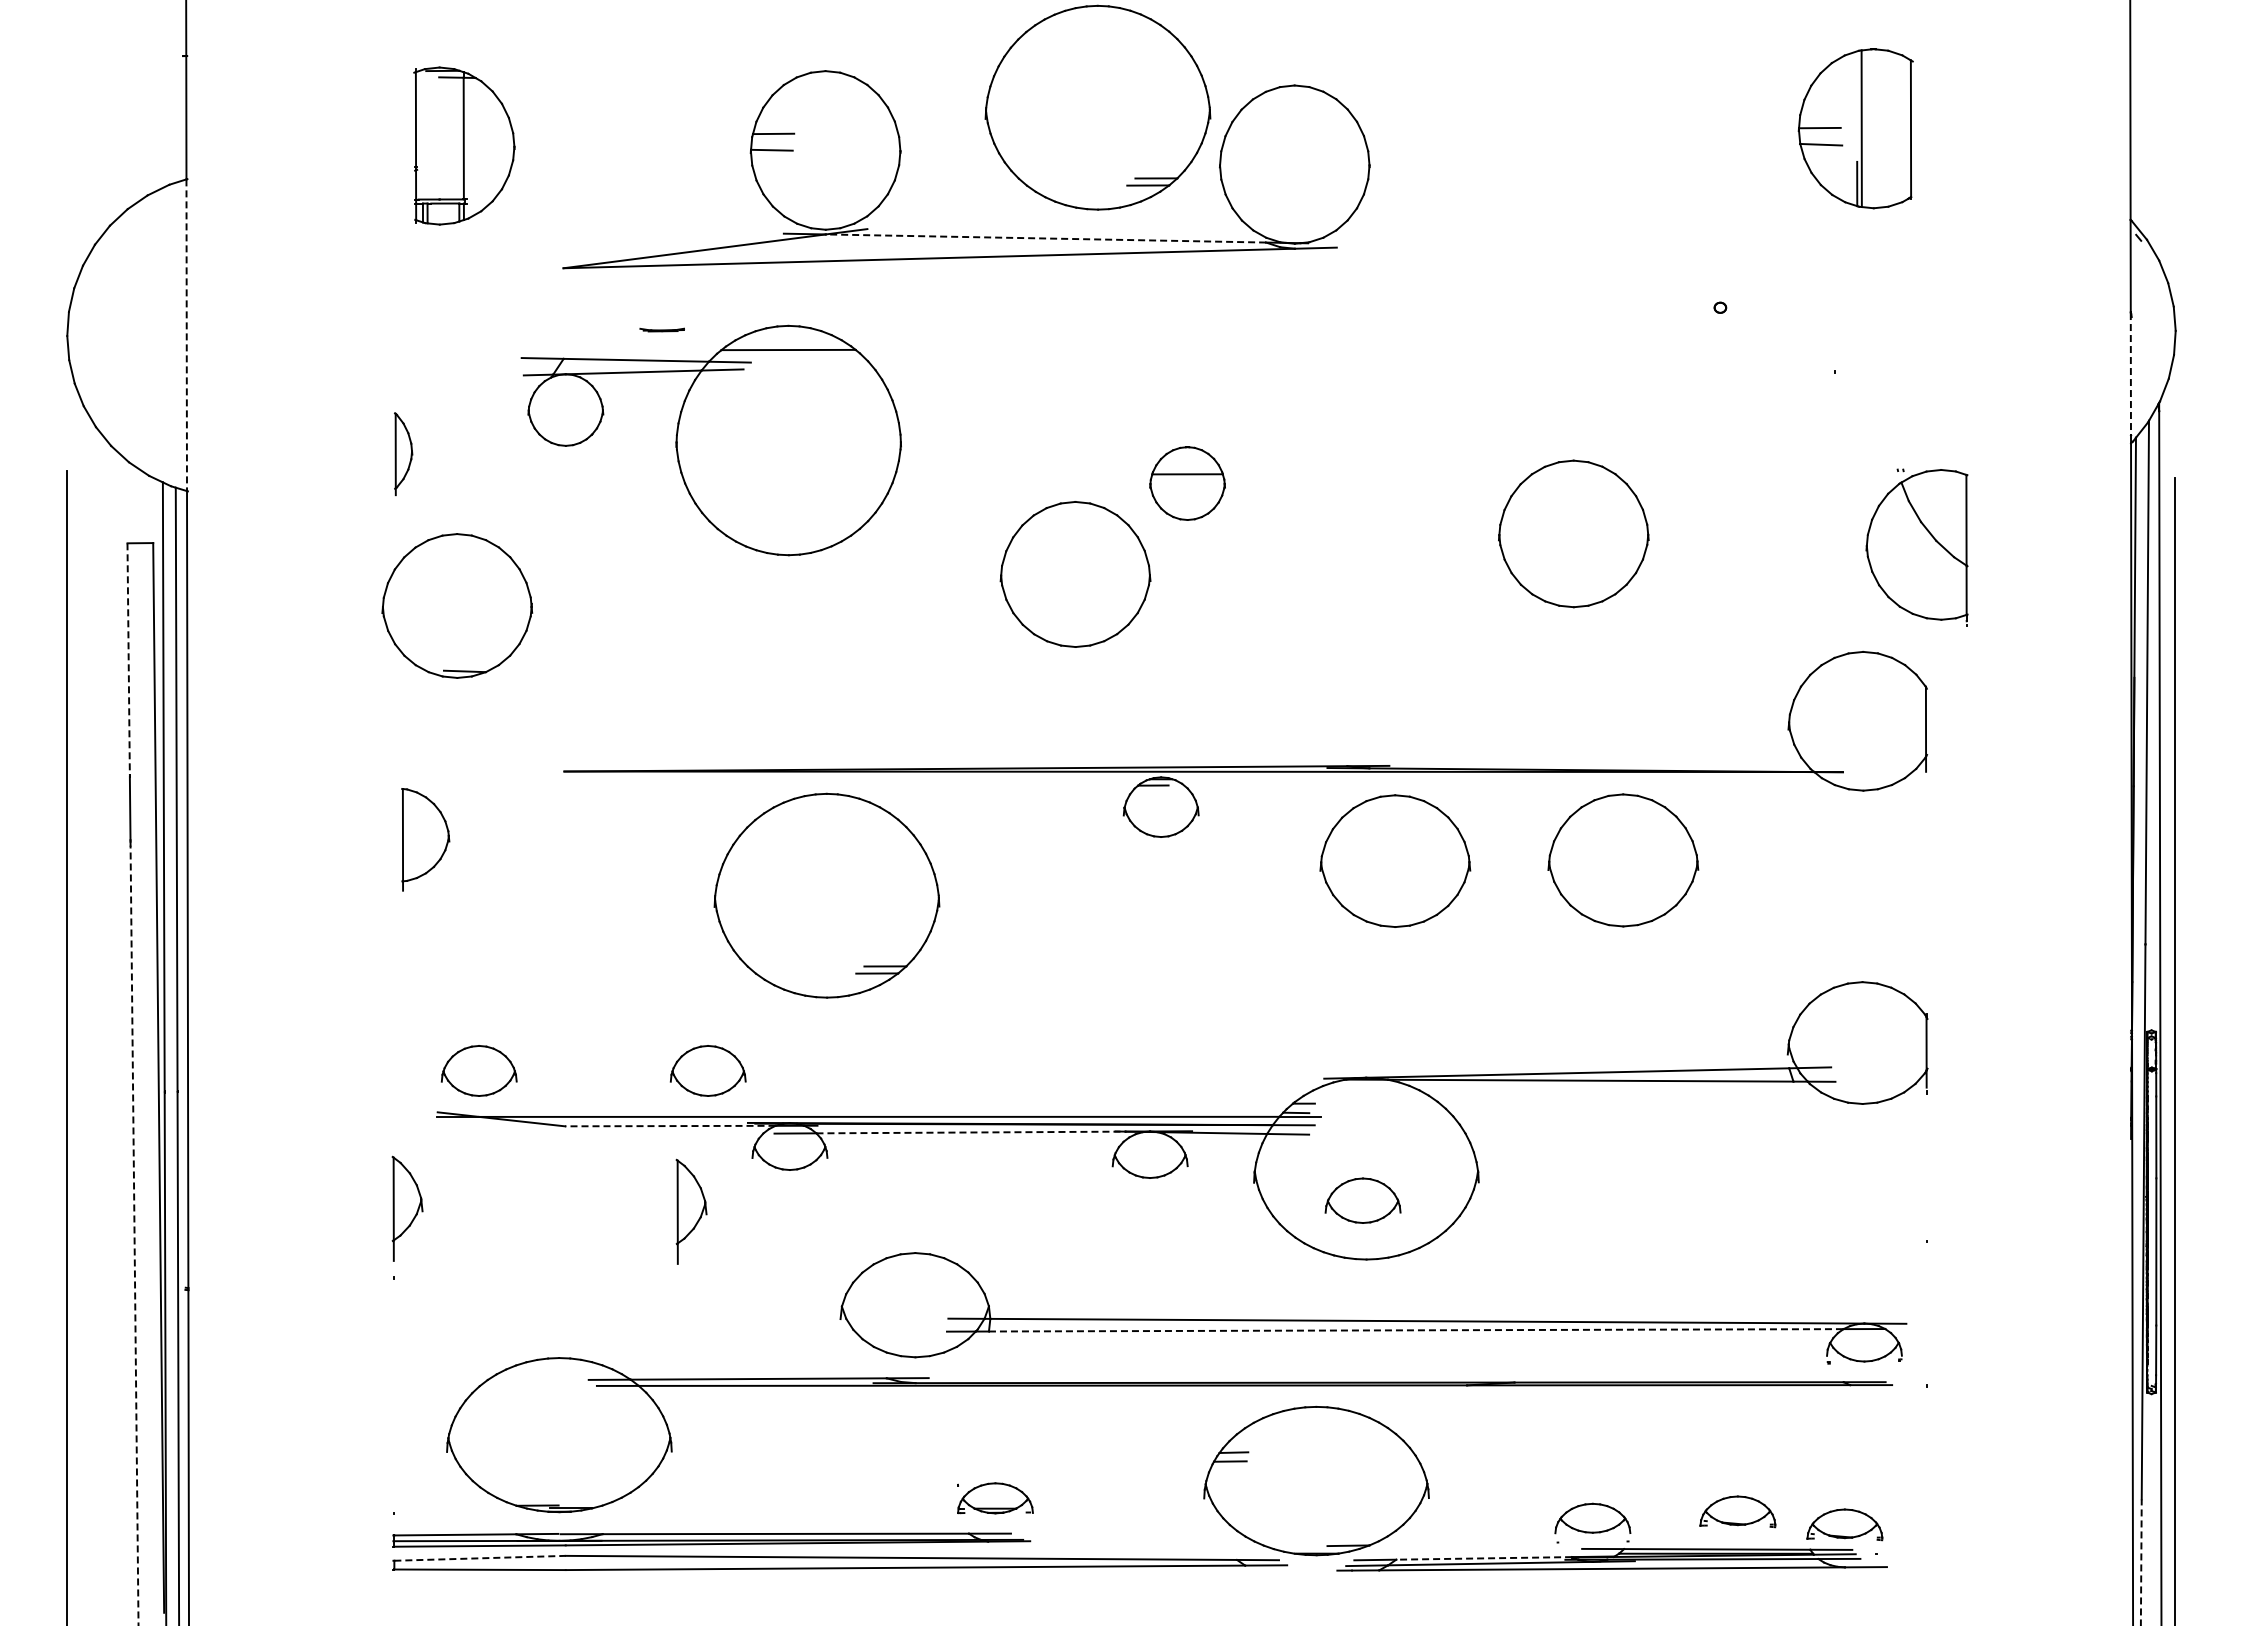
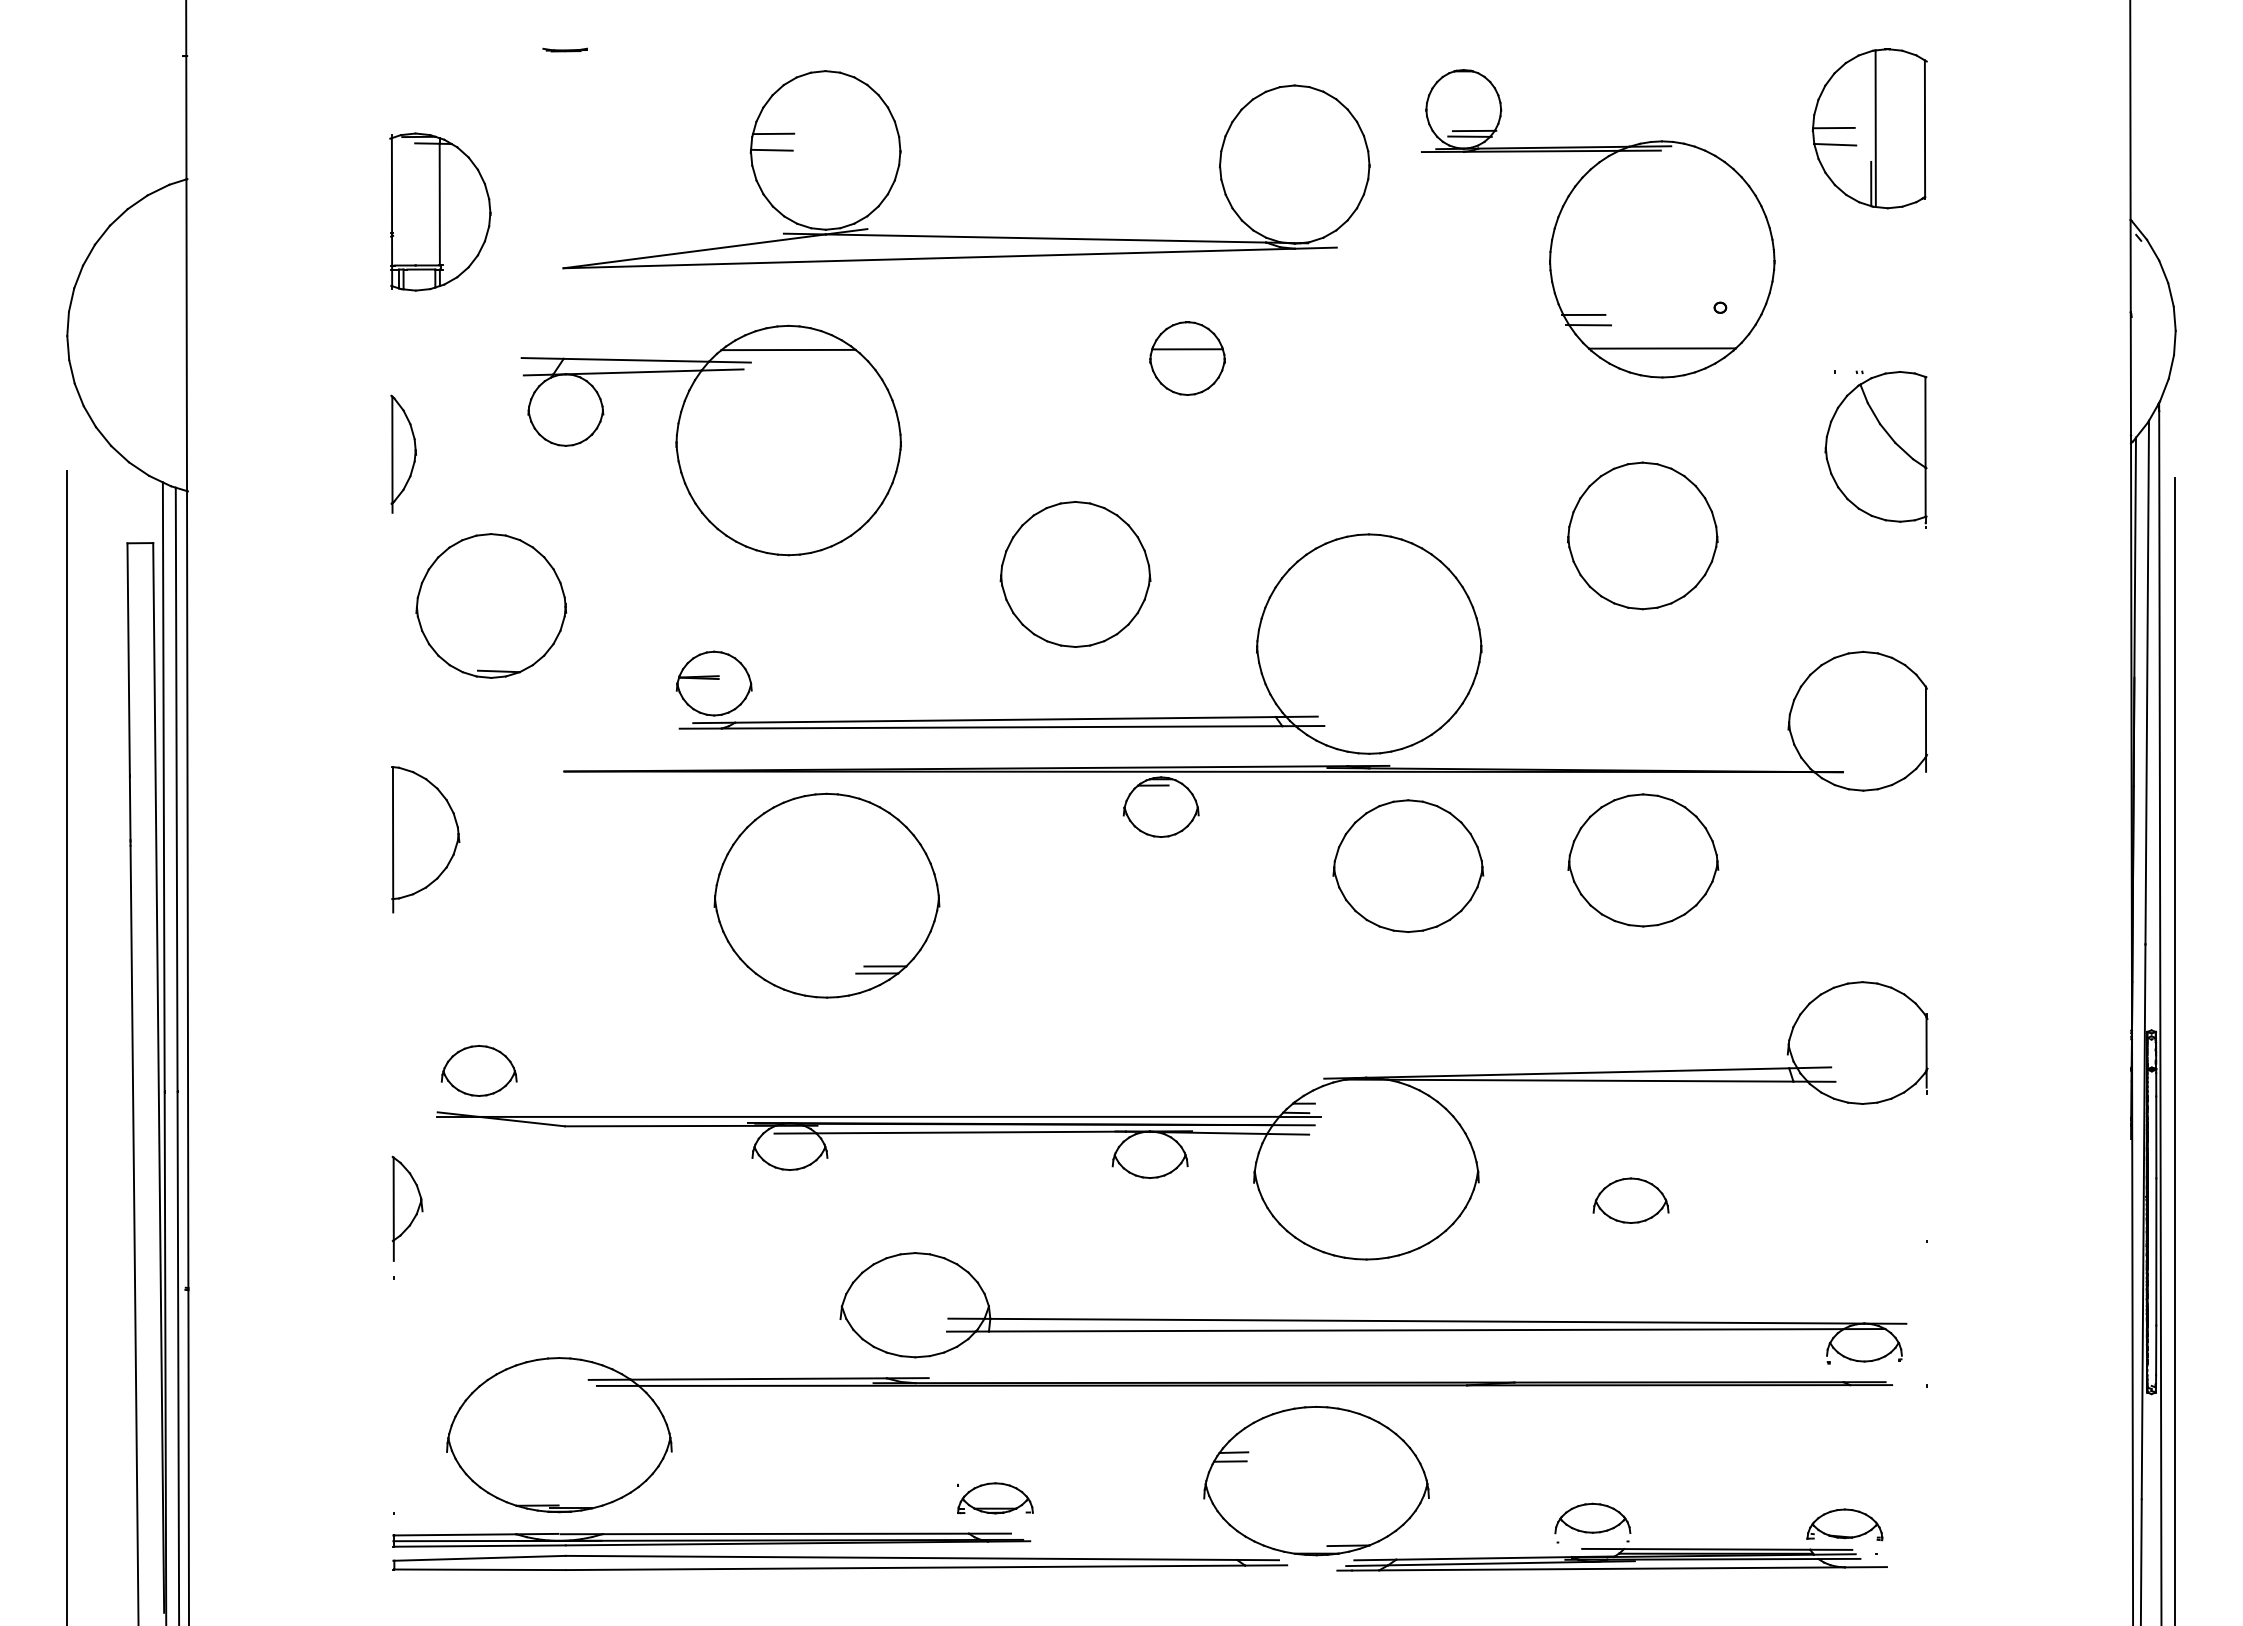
part at (1097, 107): present -> none
part at (1855, 128) position: (1855, 128) -> (1869, 128)
part at (464, 145) position: (464, 145) -> (440, 211)
part at (1598, 223): none -> present
line at (1045, 238): dashed -> solid
part at (661, 329) position: (661, 329) -> (564, 49)
line at (186, 335): dashed -> solid
line at (2130, 374): dashed -> solid
part at (403, 454) size: 20x85 px -> 27x120 px
part at (1187, 483) position: (1187, 483) -> (1187, 358)
part at (1573, 533) position: (1573, 533) -> (1642, 535)
part at (1916, 547) position: (1916, 547) -> (1875, 449)
part at (457, 605) position: (457, 605) -> (491, 605)
line at (128, 659): dashed -> solid
part at (1078, 718): none -> present
part at (425, 839) size: 50x104 px -> 70x148 px
part at (1395, 860) position: (1395, 860) -> (1408, 865)
part at (1623, 860) position: (1623, 860) -> (1643, 860)
part at (707, 1070): present -> none
line at (669, 1126): dashed -> solid
line at (971, 1132): dashed -> solid
part at (1362, 1200) position: (1362, 1200) -> (1630, 1200)
part at (691, 1211): present -> none
line at (134, 1235): dashed -> solid
line at (1416, 1330): dashed -> solid
part at (1737, 1511): present -> none
line at (480, 1558): dashed -> solid
line at (1484, 1558): dashed -> solid
line at (2141, 1562): dashed -> solid
